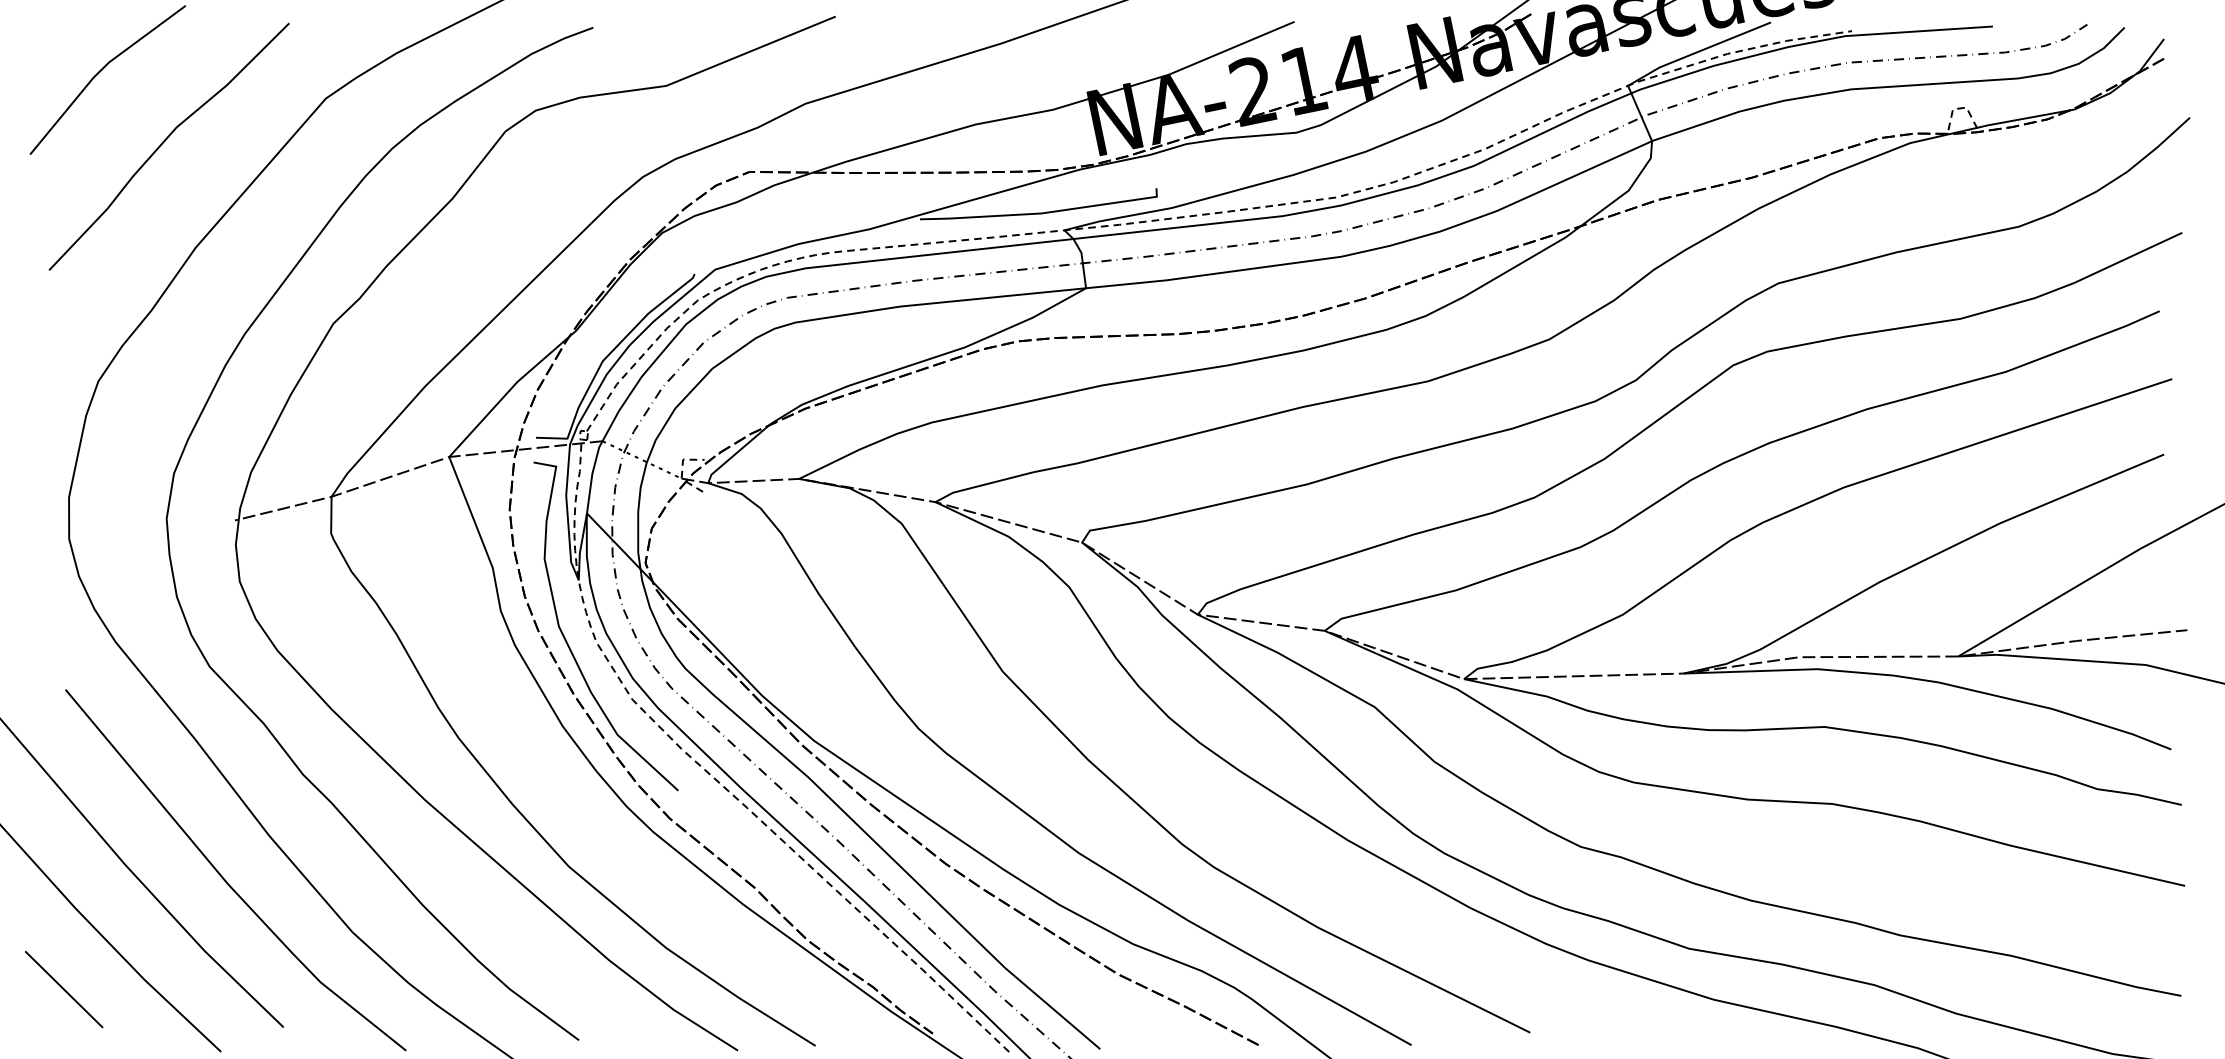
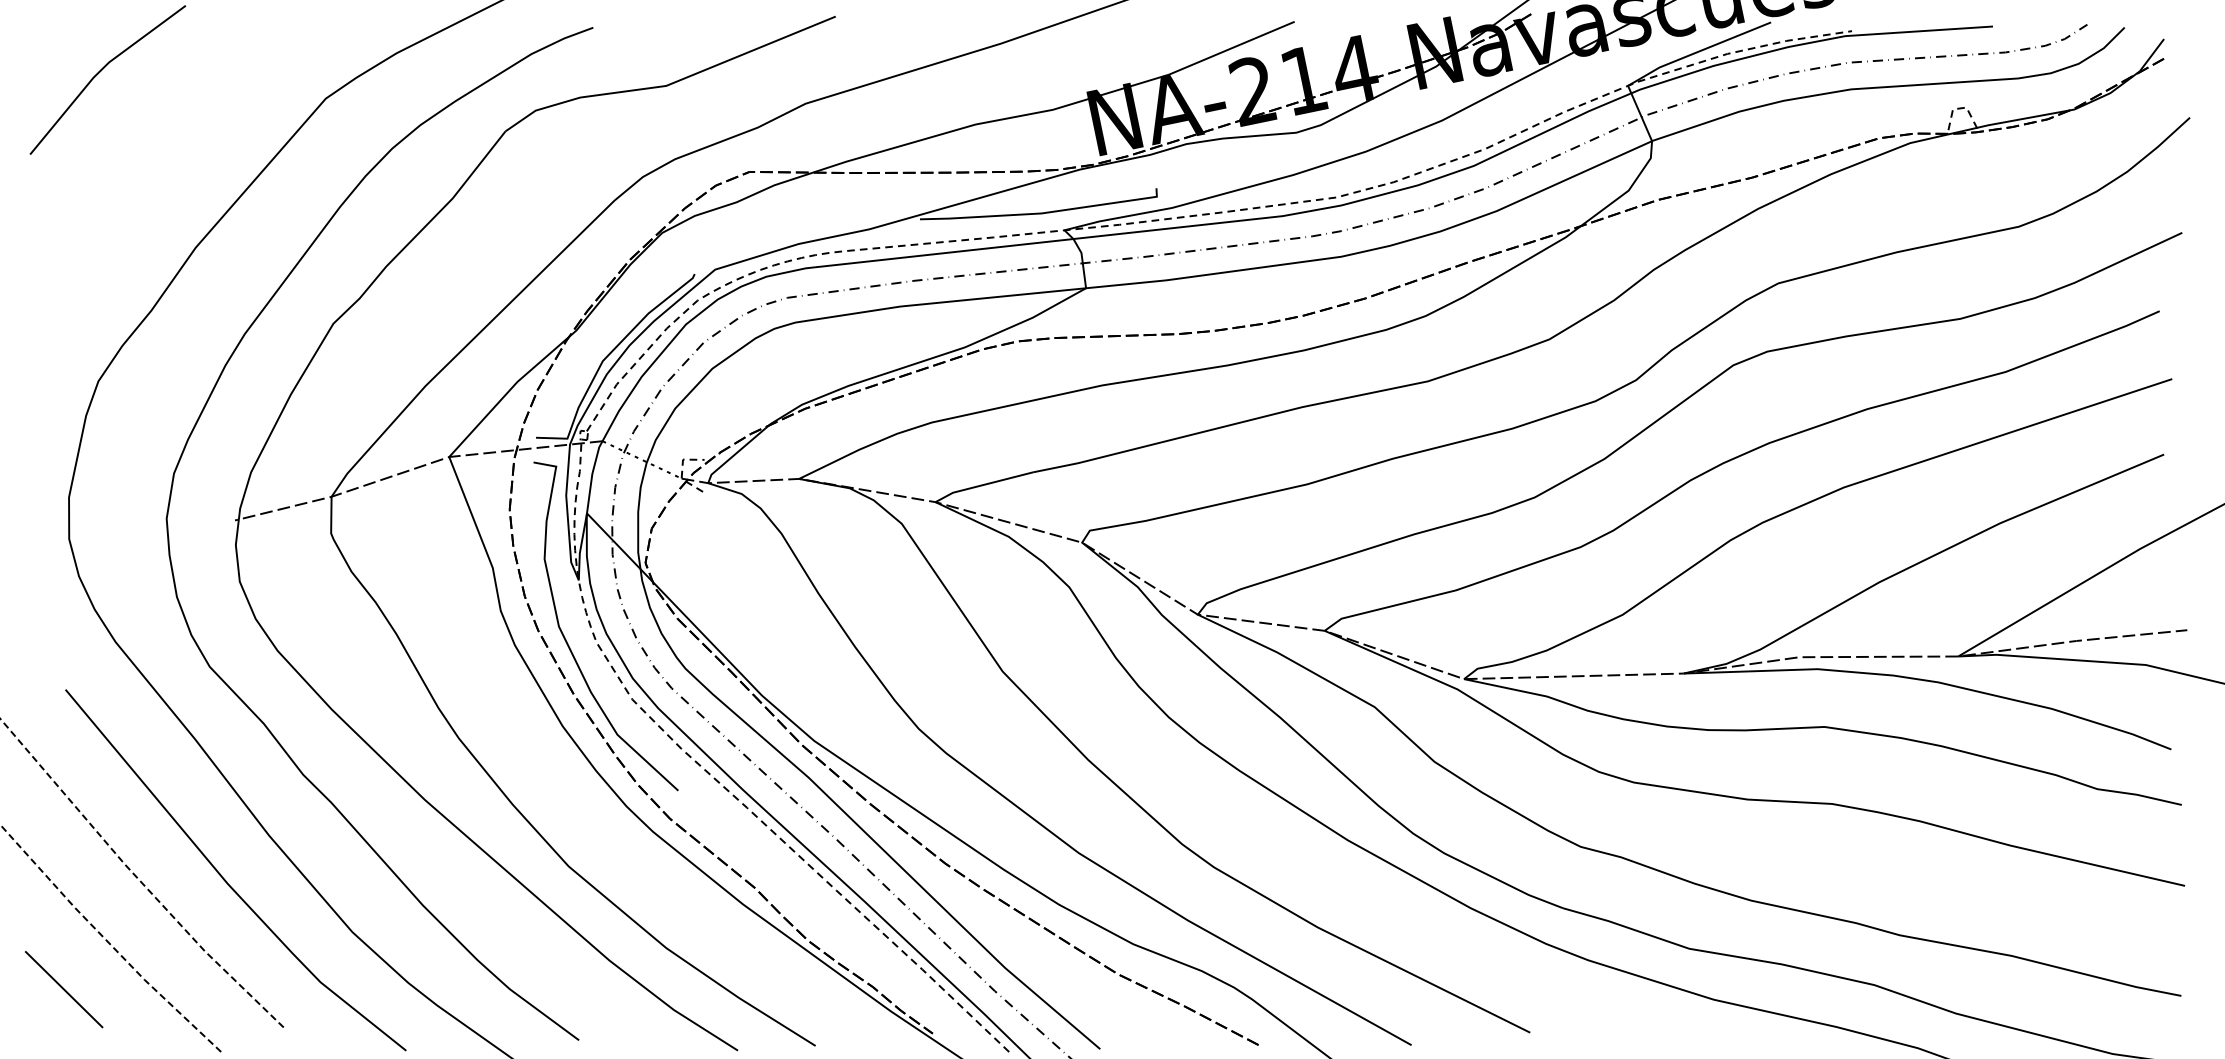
curve at (164, 142): present -> none
line at (137, 877): solid -> dashed
line at (107, 941): solid -> dashed
